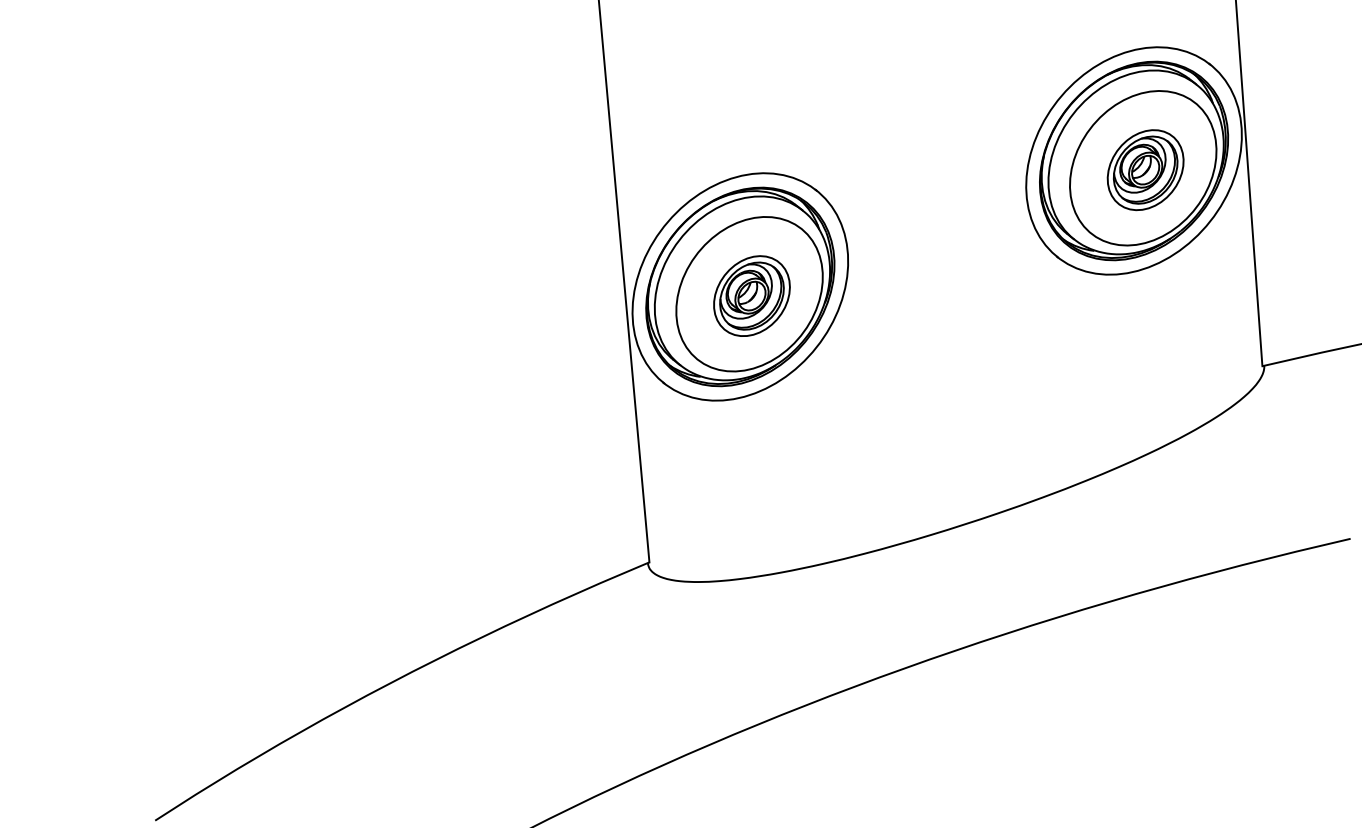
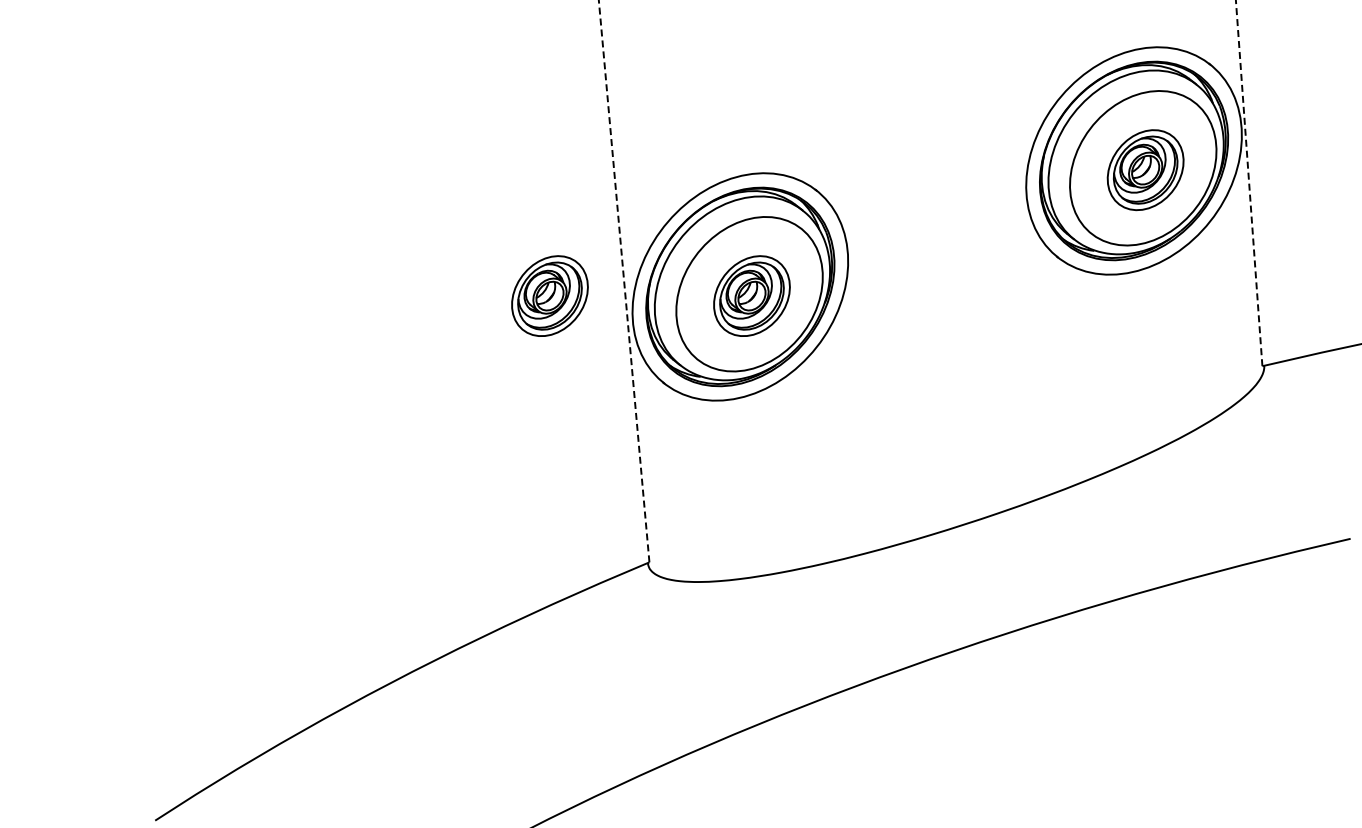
line at (1249, 183): solid -> dashed
line at (624, 281): solid -> dashed
part at (549, 295): none -> present
